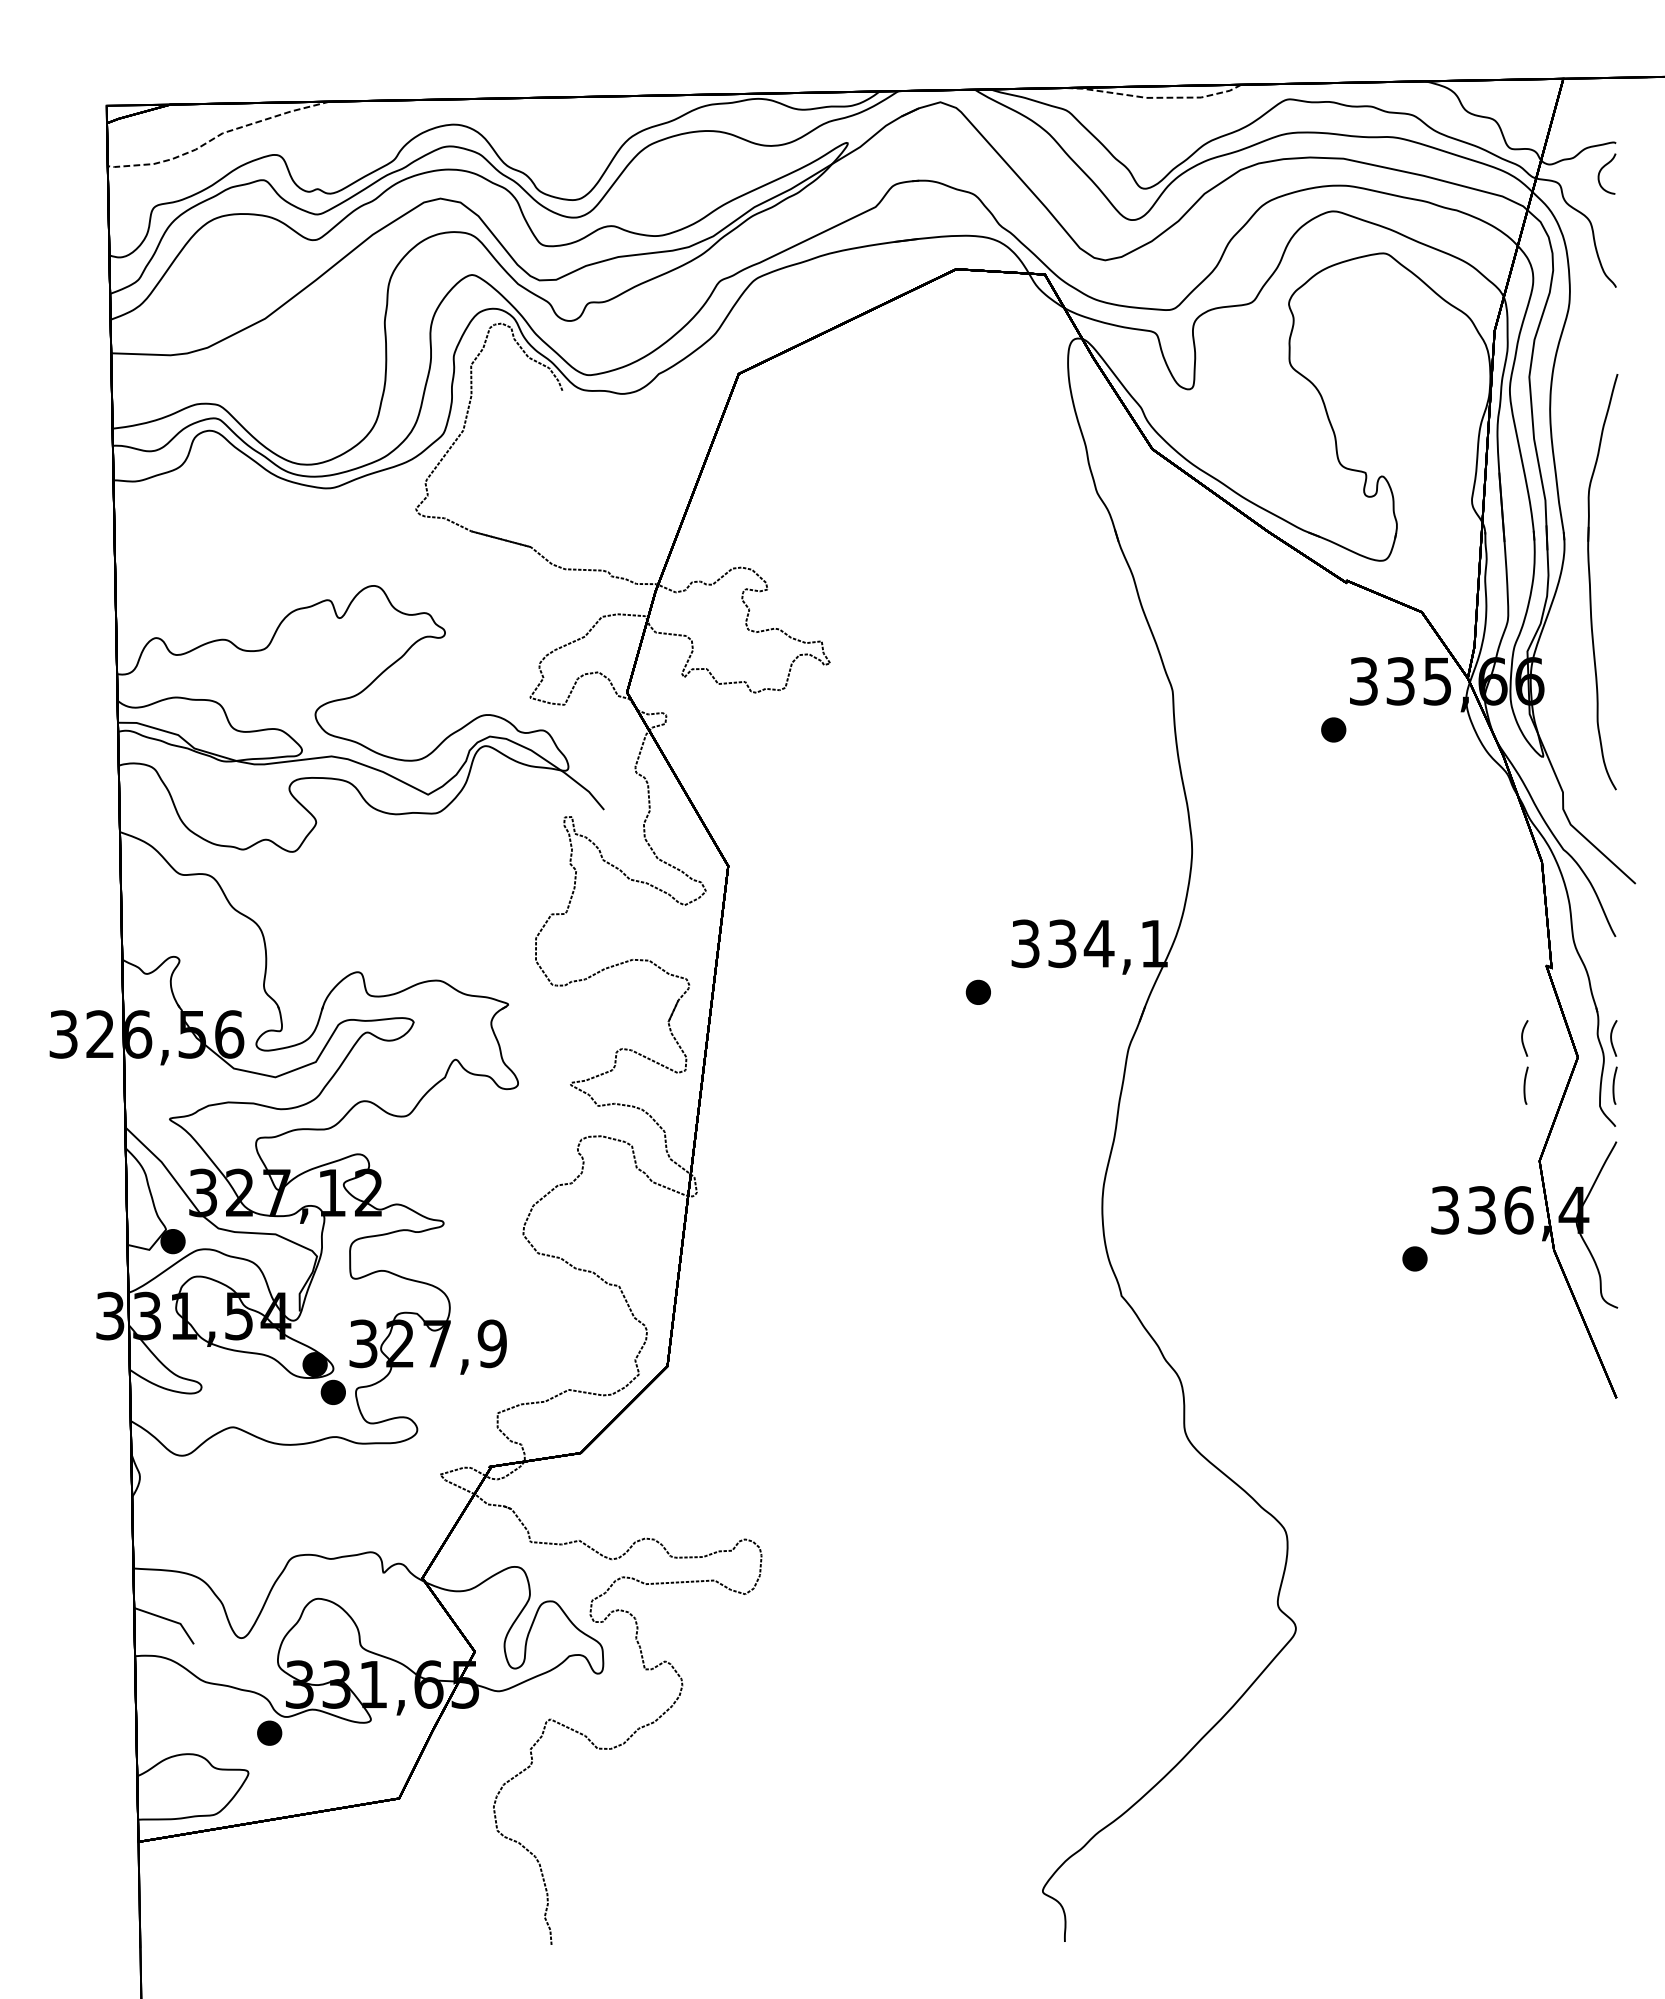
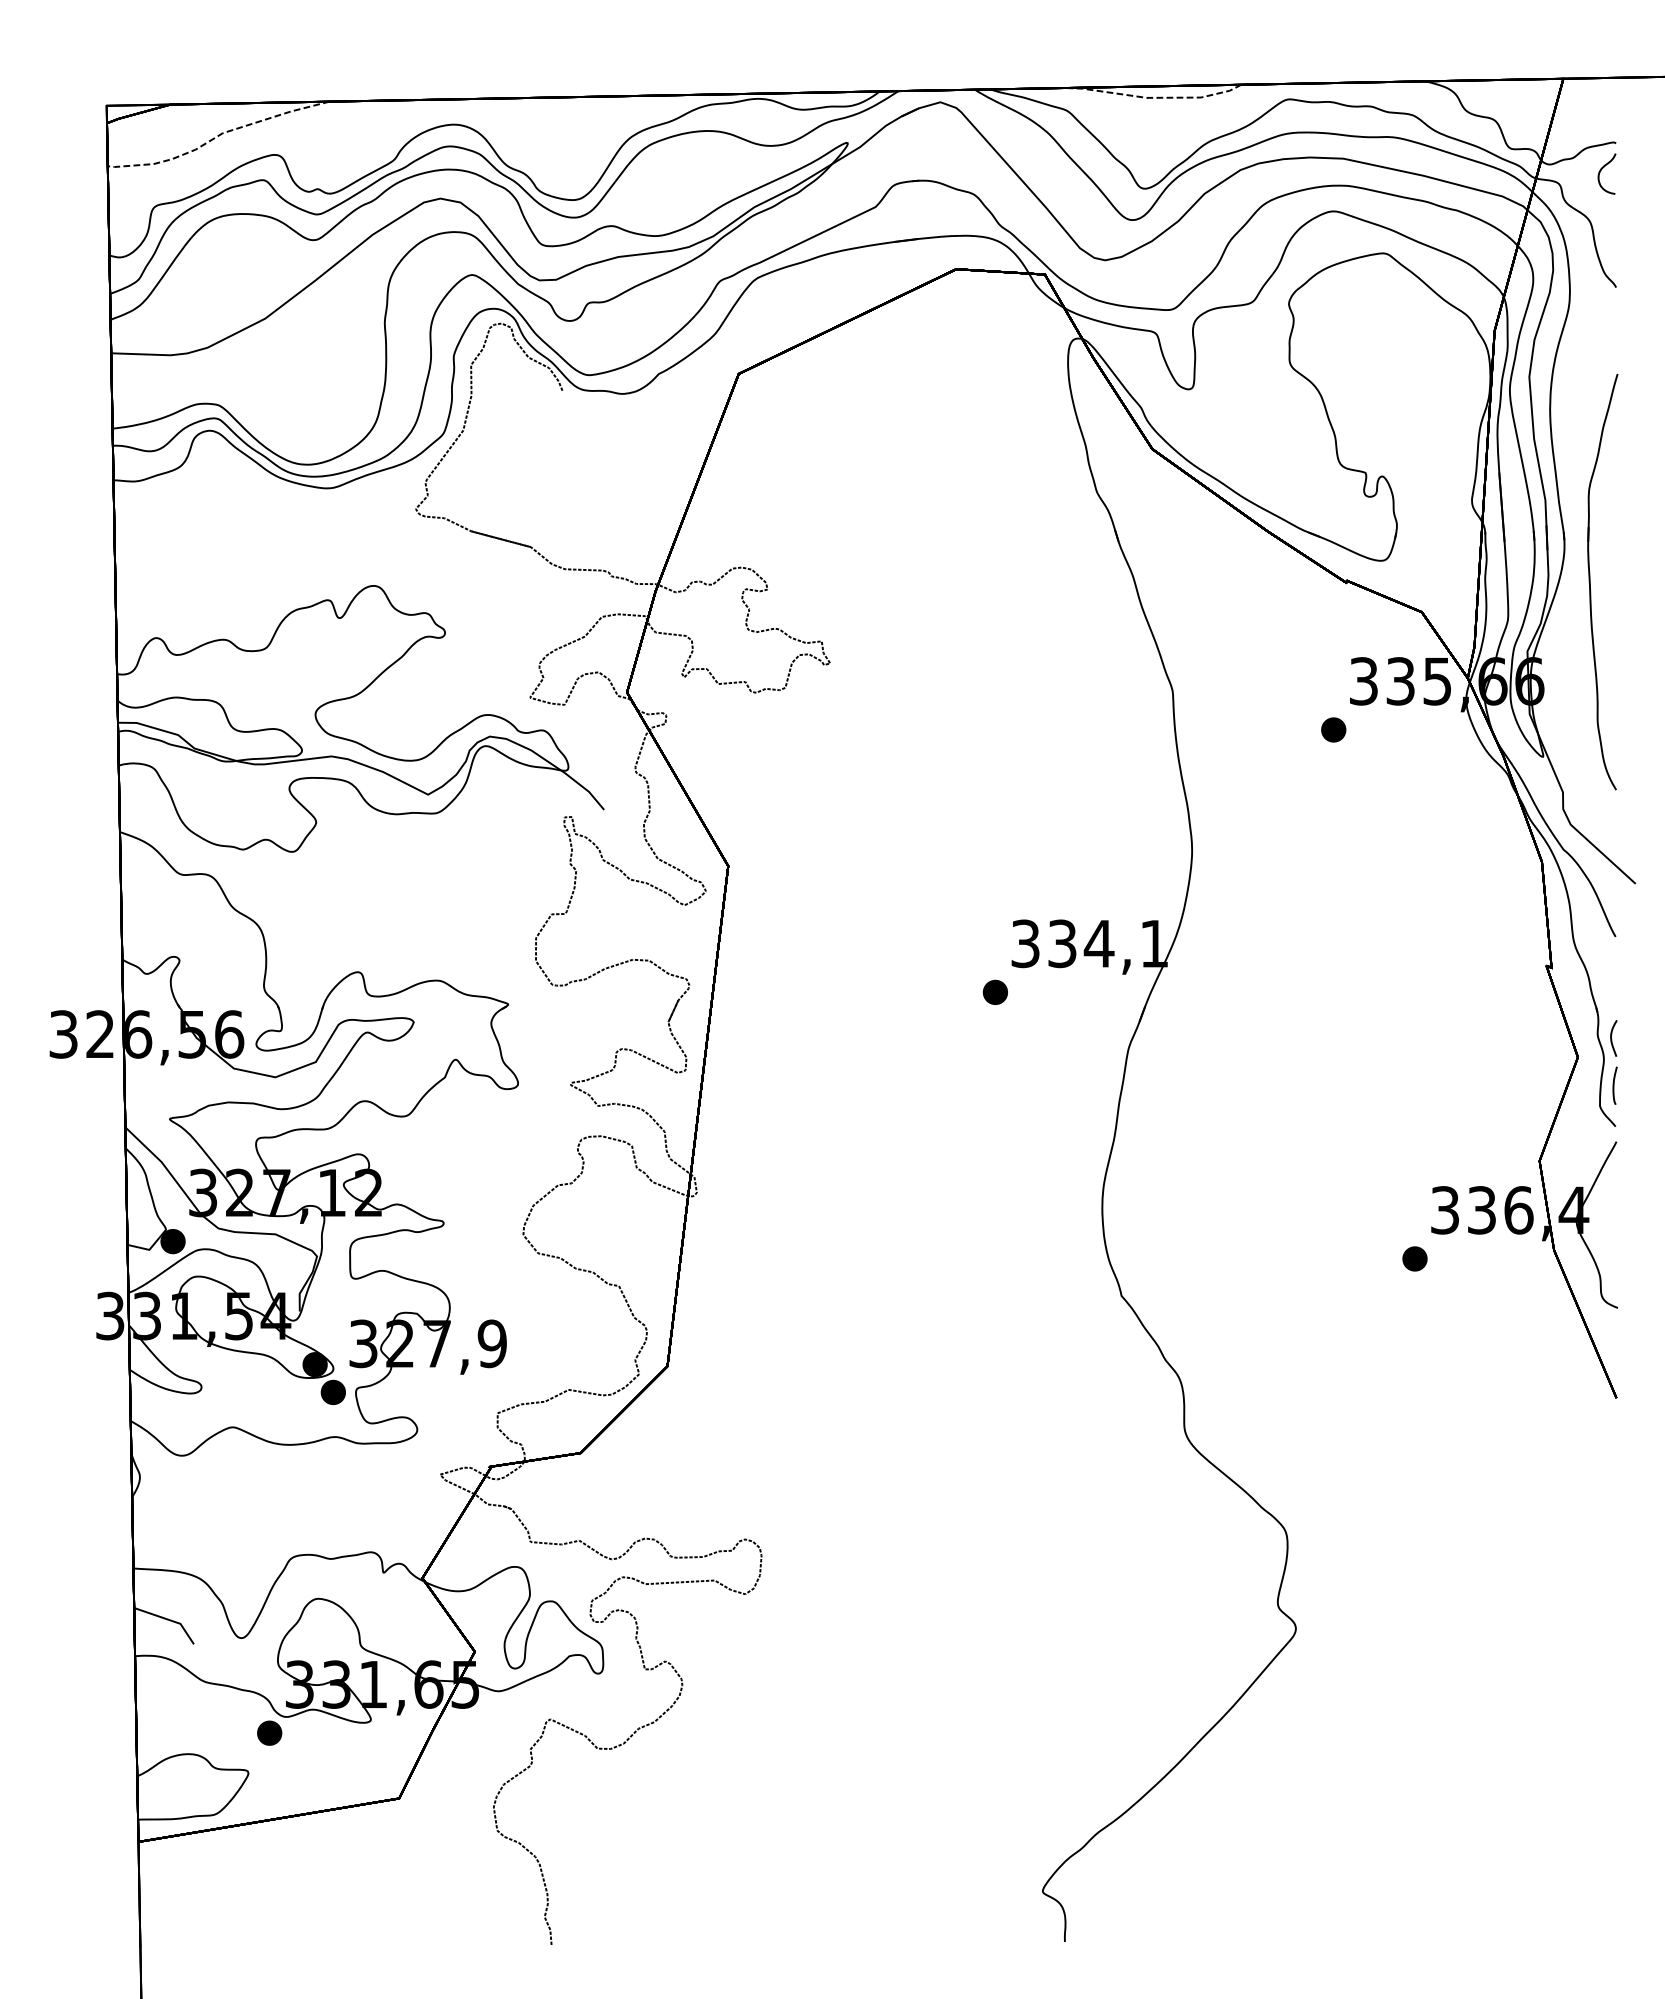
part at (977, 991) position: (977, 991) -> (994, 991)
part at (1524, 1062): present -> none
